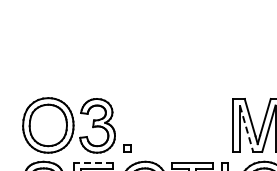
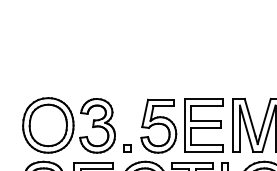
part at (181, 125): none -> present
line at (246, 129): dashed -> solid
line at (92, 162): dashed -> solid
